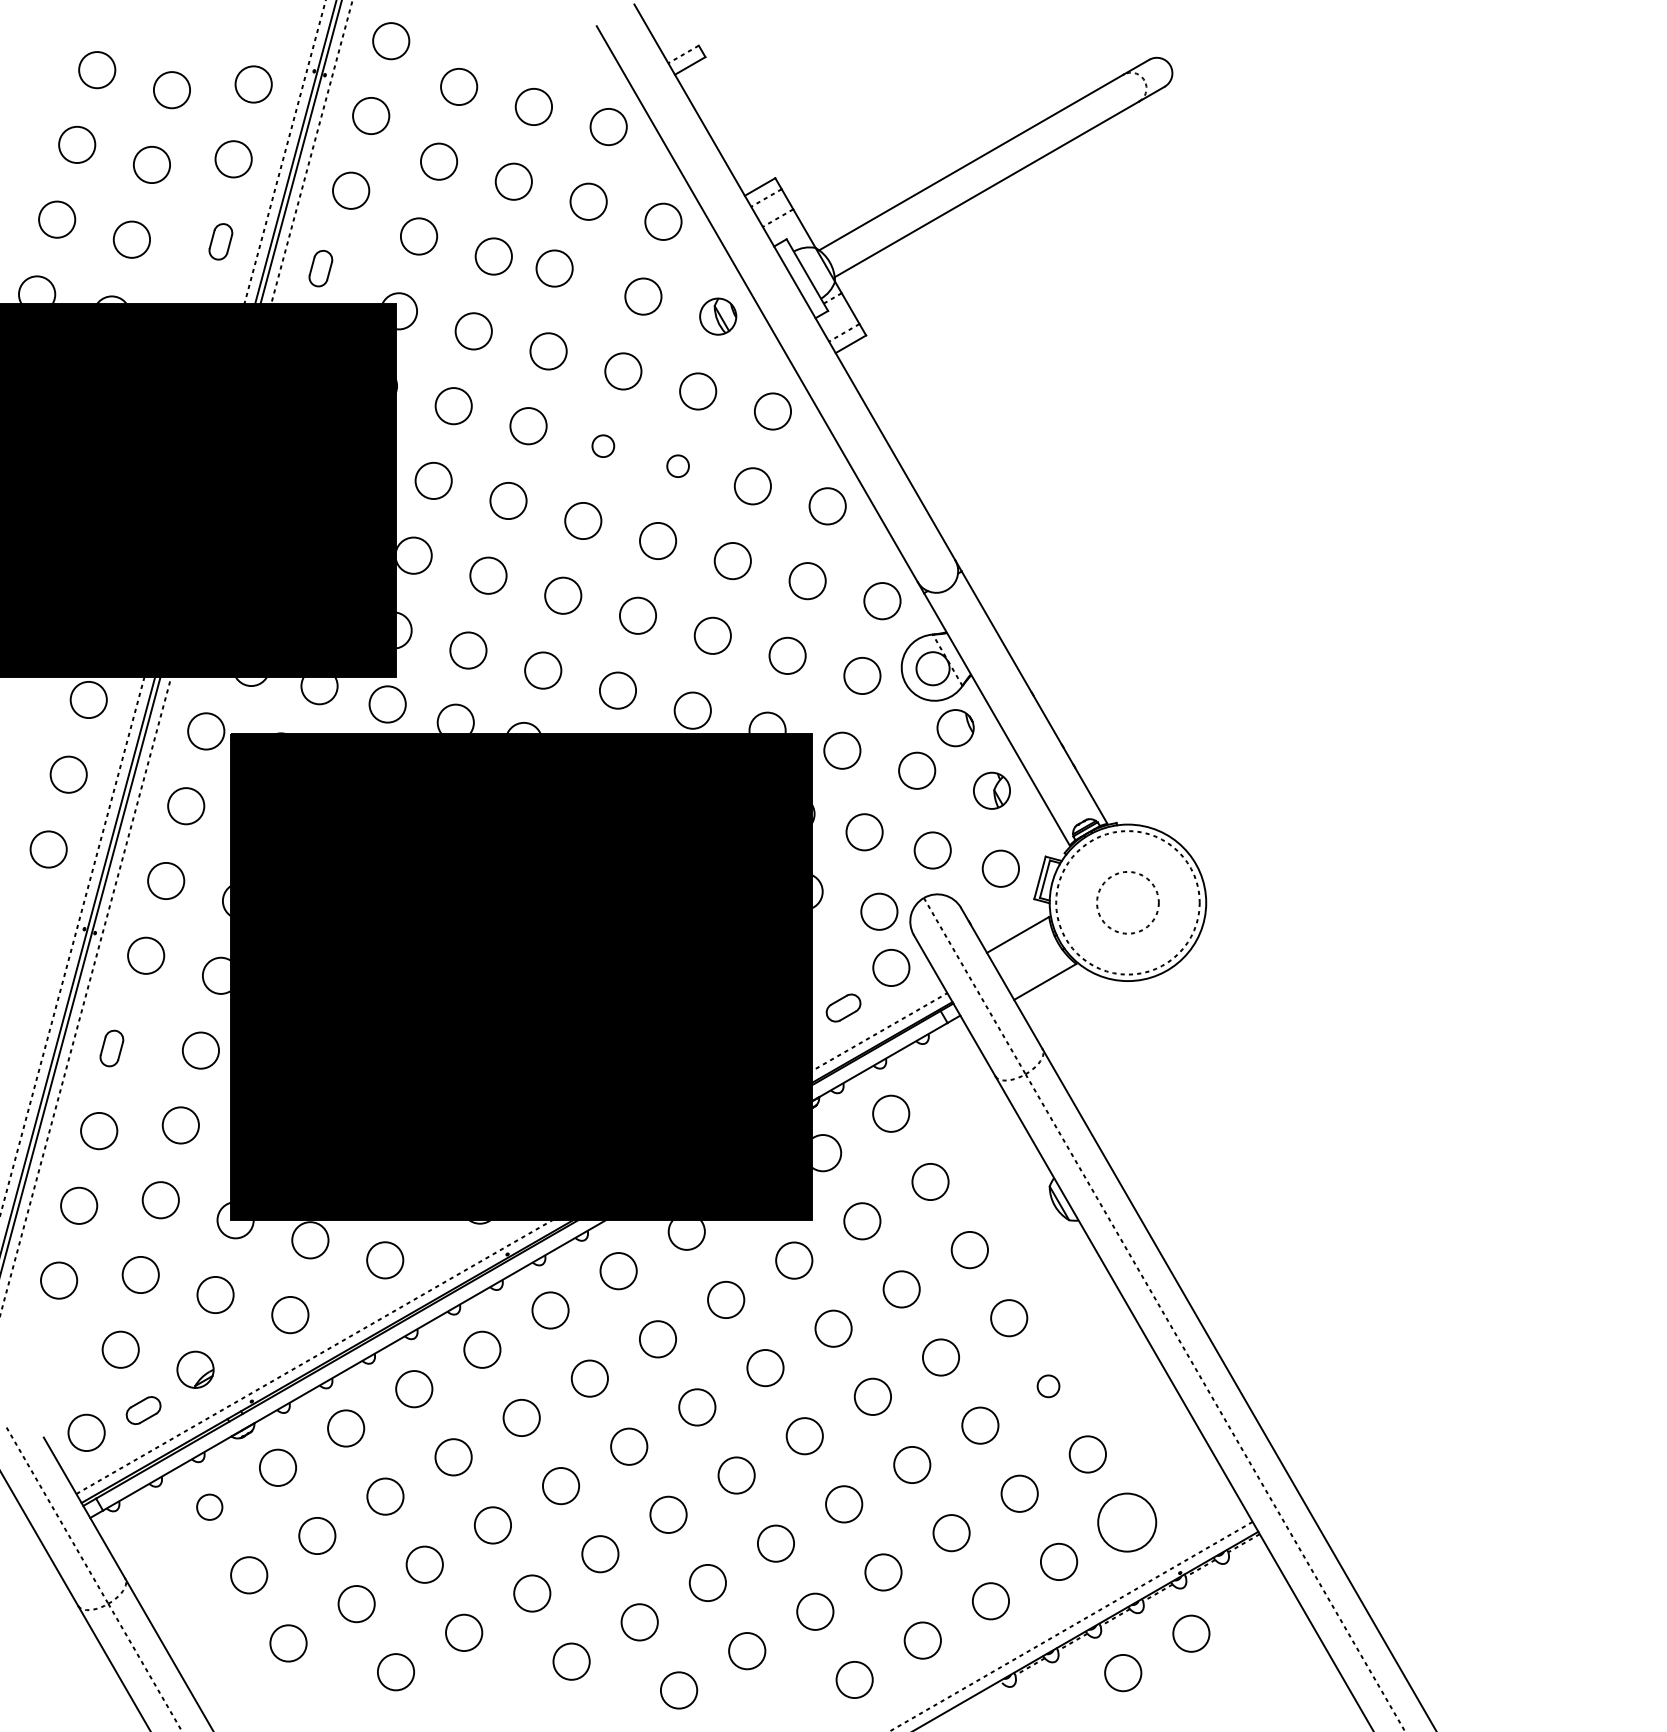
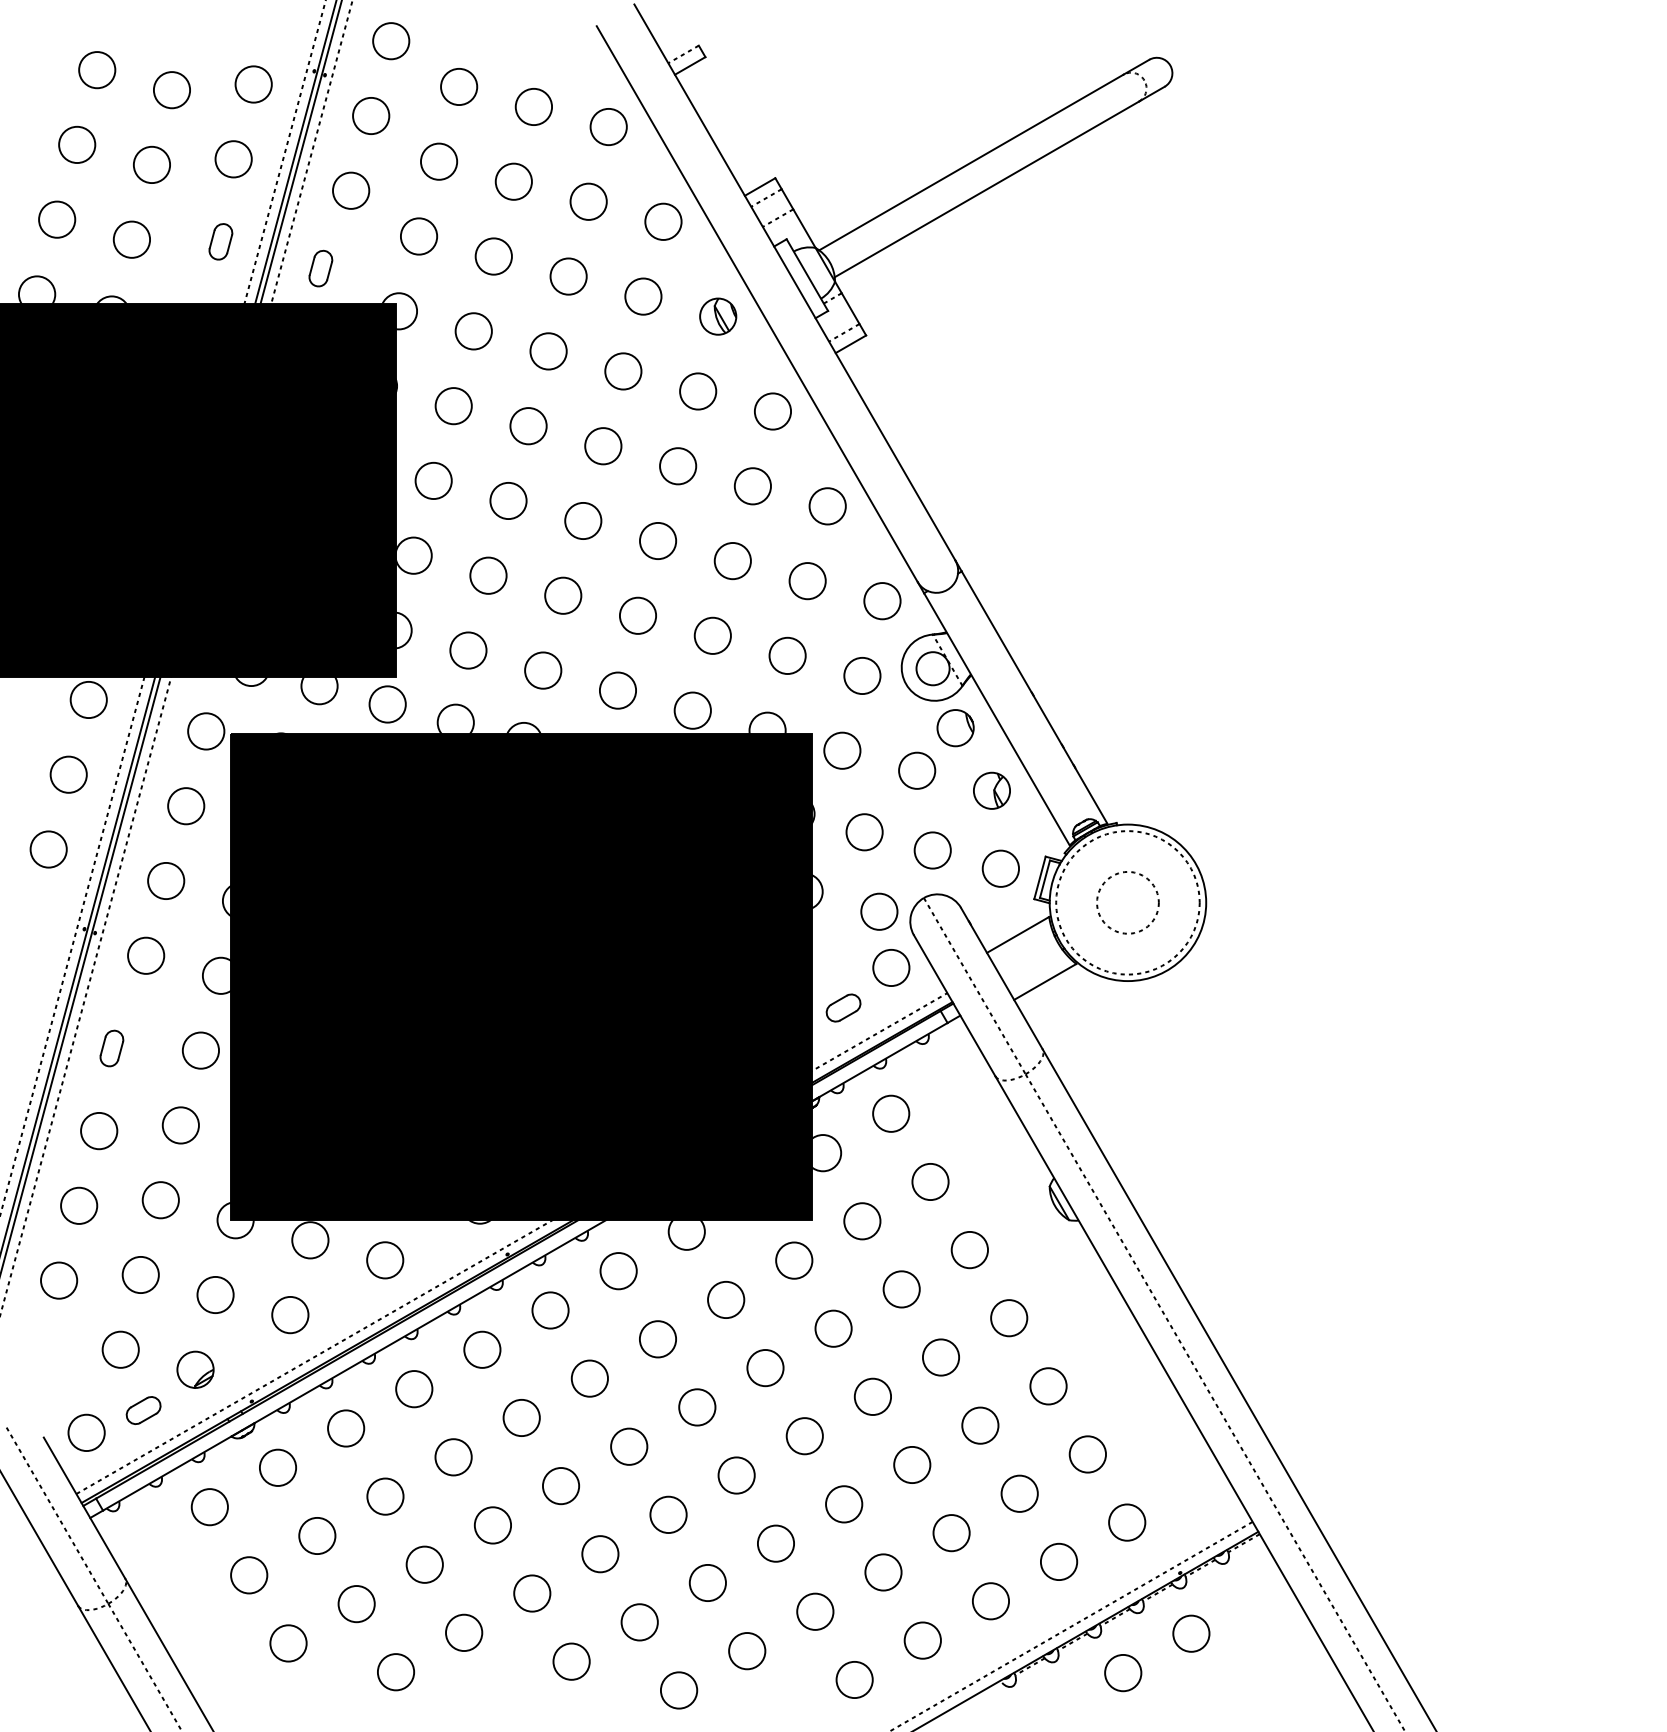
circle at (554, 268) position: (554, 268) -> (568, 276)
circle at (603, 446) diameter: 22 px -> 36 px
circle at (677, 466) diameter: 22 px -> 36 px
circle at (1048, 1386) diameter: 22 px -> 36 px
circle at (209, 1506) size: 28x28 px -> 39x39 px
circle at (1127, 1522) diameter: 58 px -> 36 px
